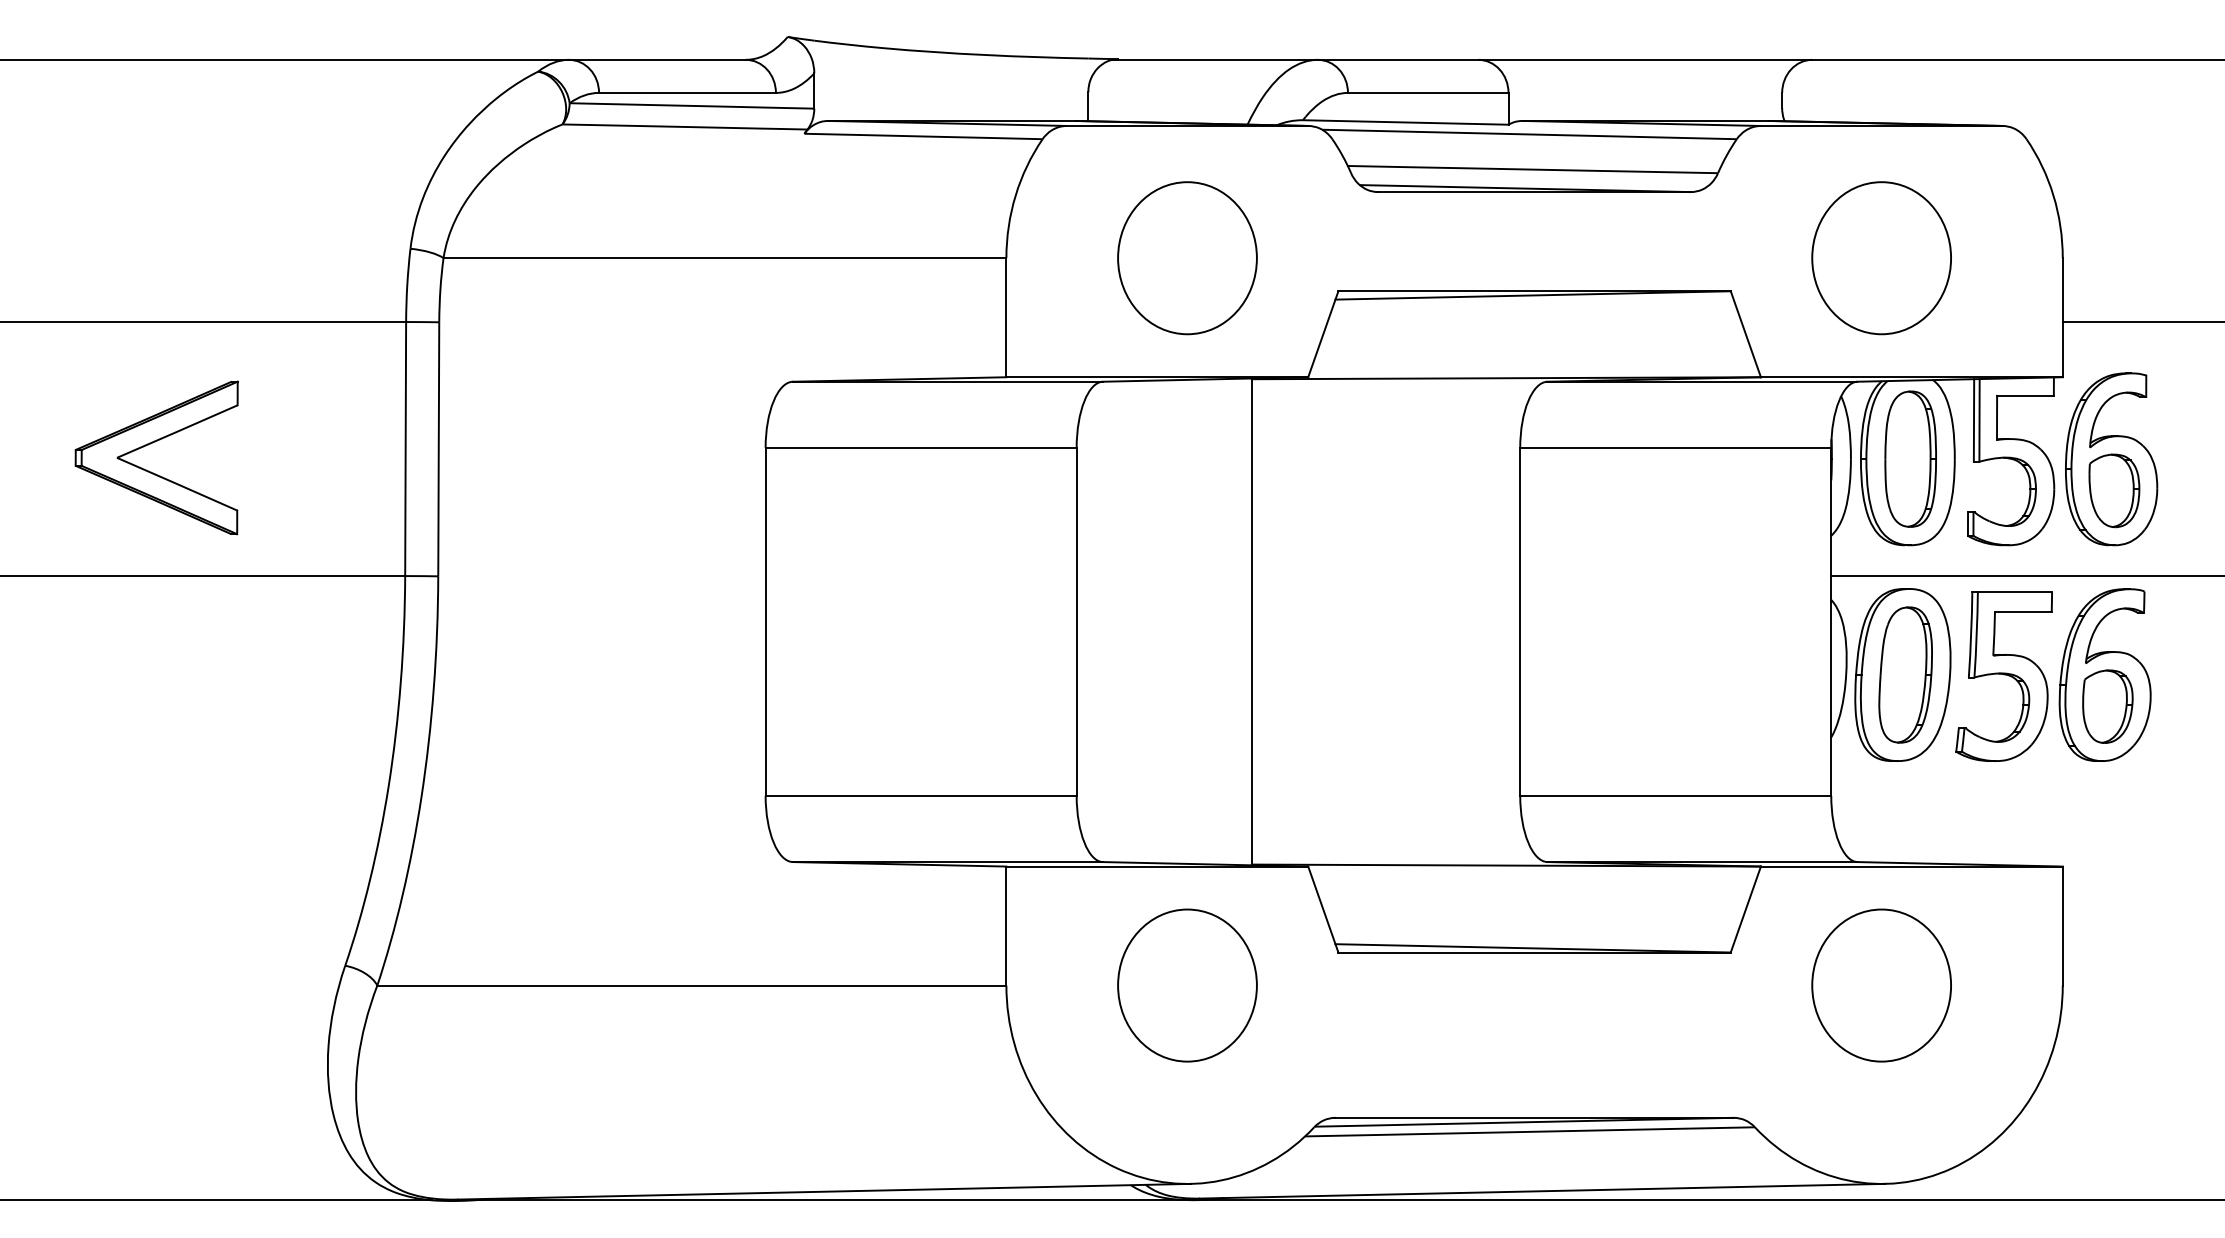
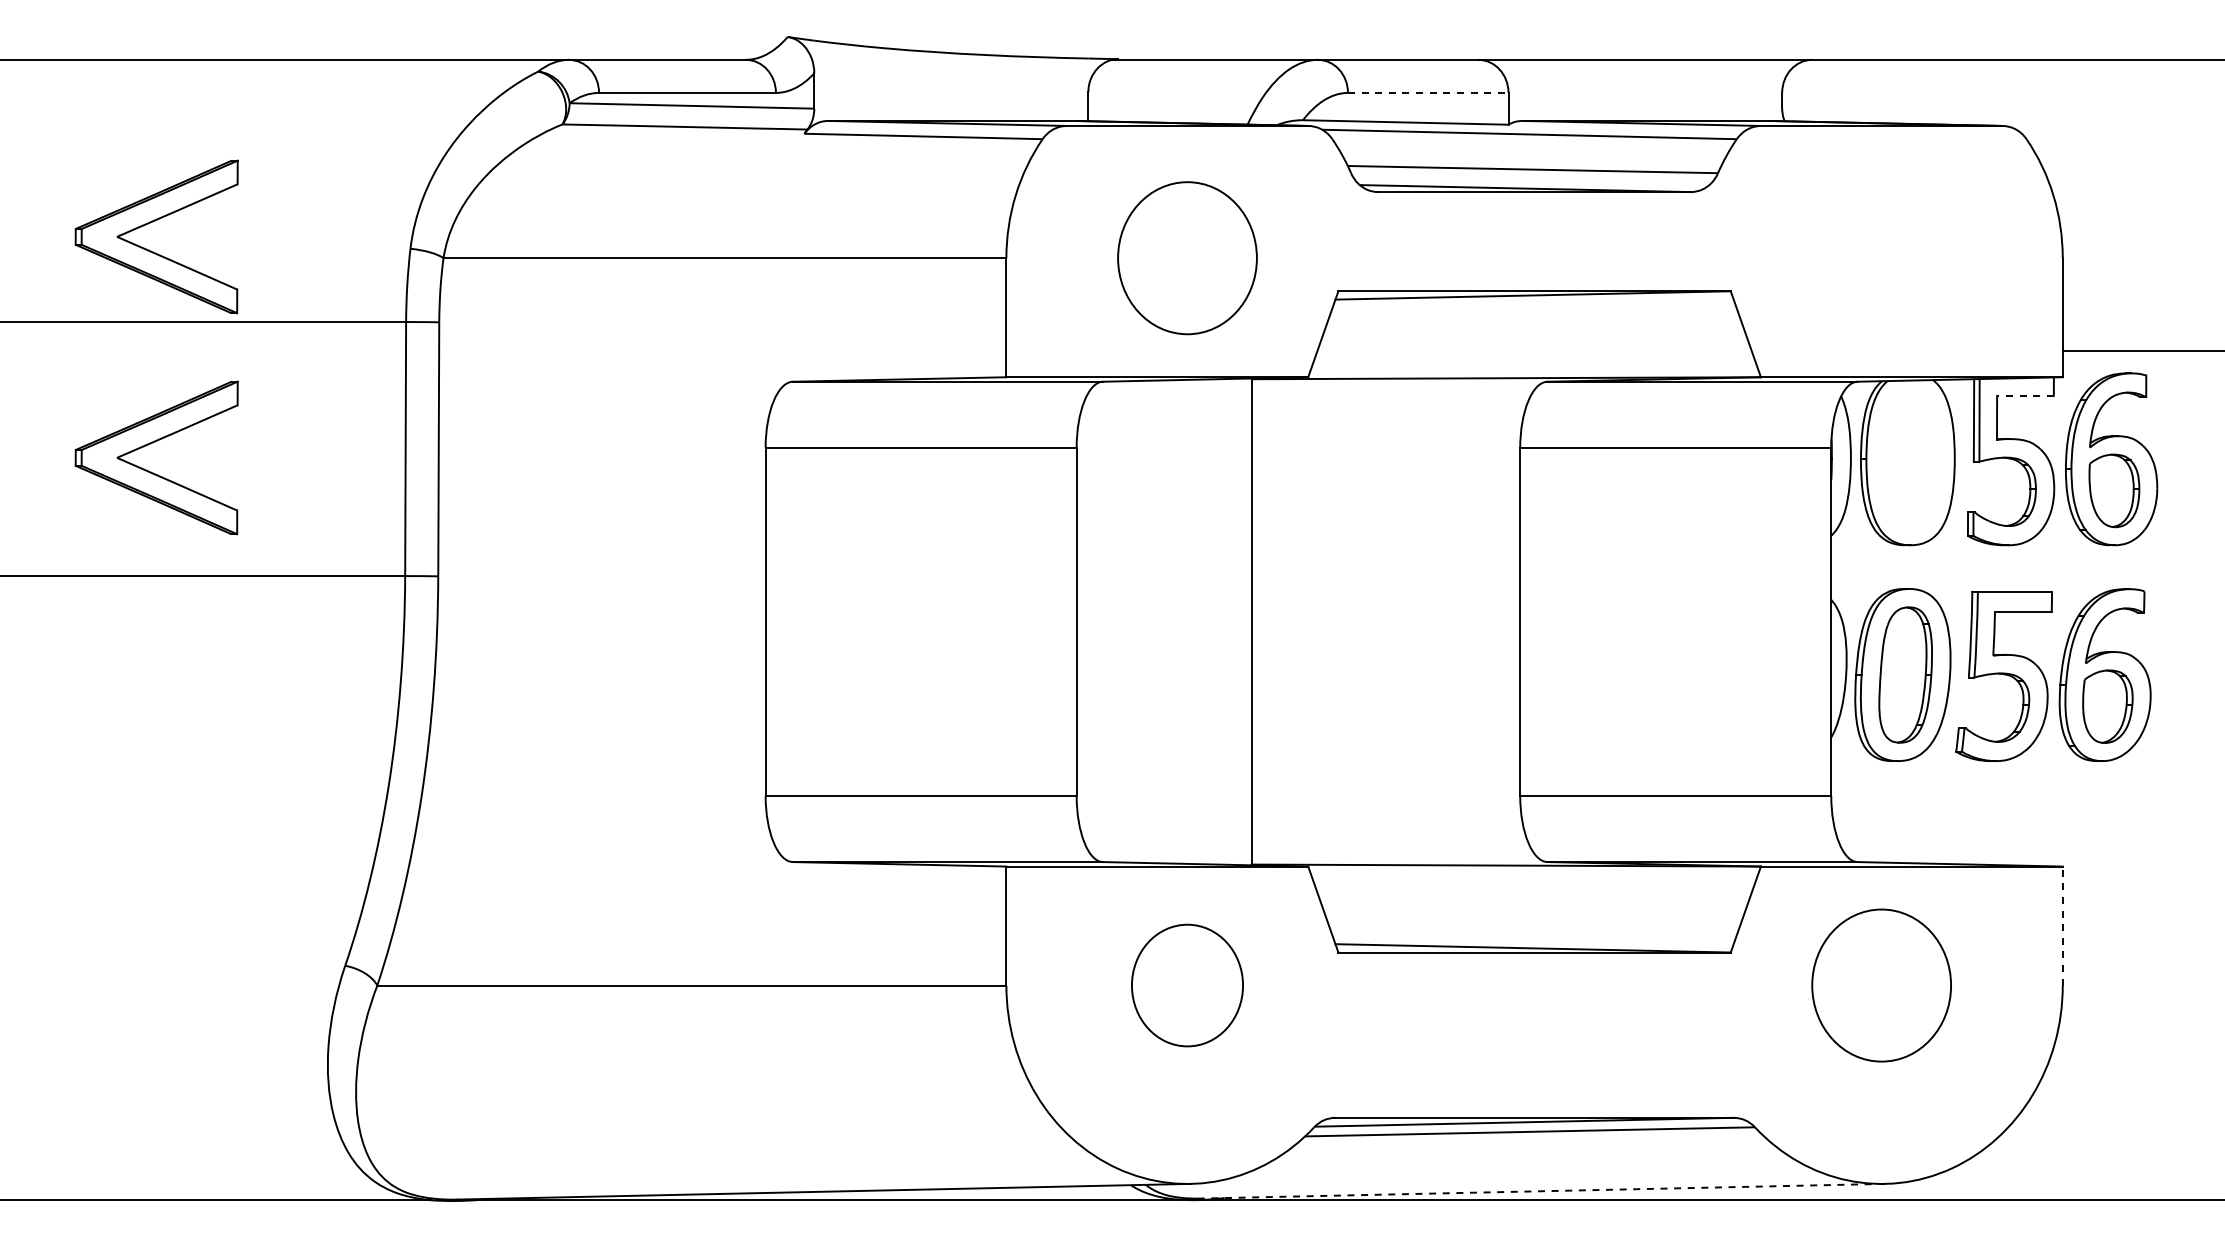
line at (1428, 92): solid -> dashed
part at (153, 222): none -> present
part at (1881, 258): present -> none
line at (2141, 322) position: (2141, 322) -> (2141, 351)
line at (2024, 395): solid -> dashed
part at (1910, 458): present -> none
line at (2026, 576): present -> none
line at (2062, 926): solid -> dashed
part at (1187, 985) size: 141x155 px -> 113x125 px
line at (1542, 1191): solid -> dashed
